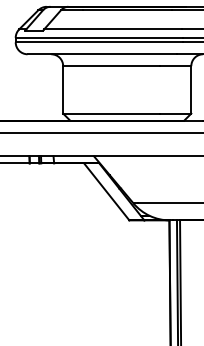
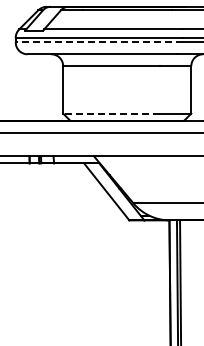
line at (99, 42): solid -> dashed
line at (110, 113): solid -> dashed
